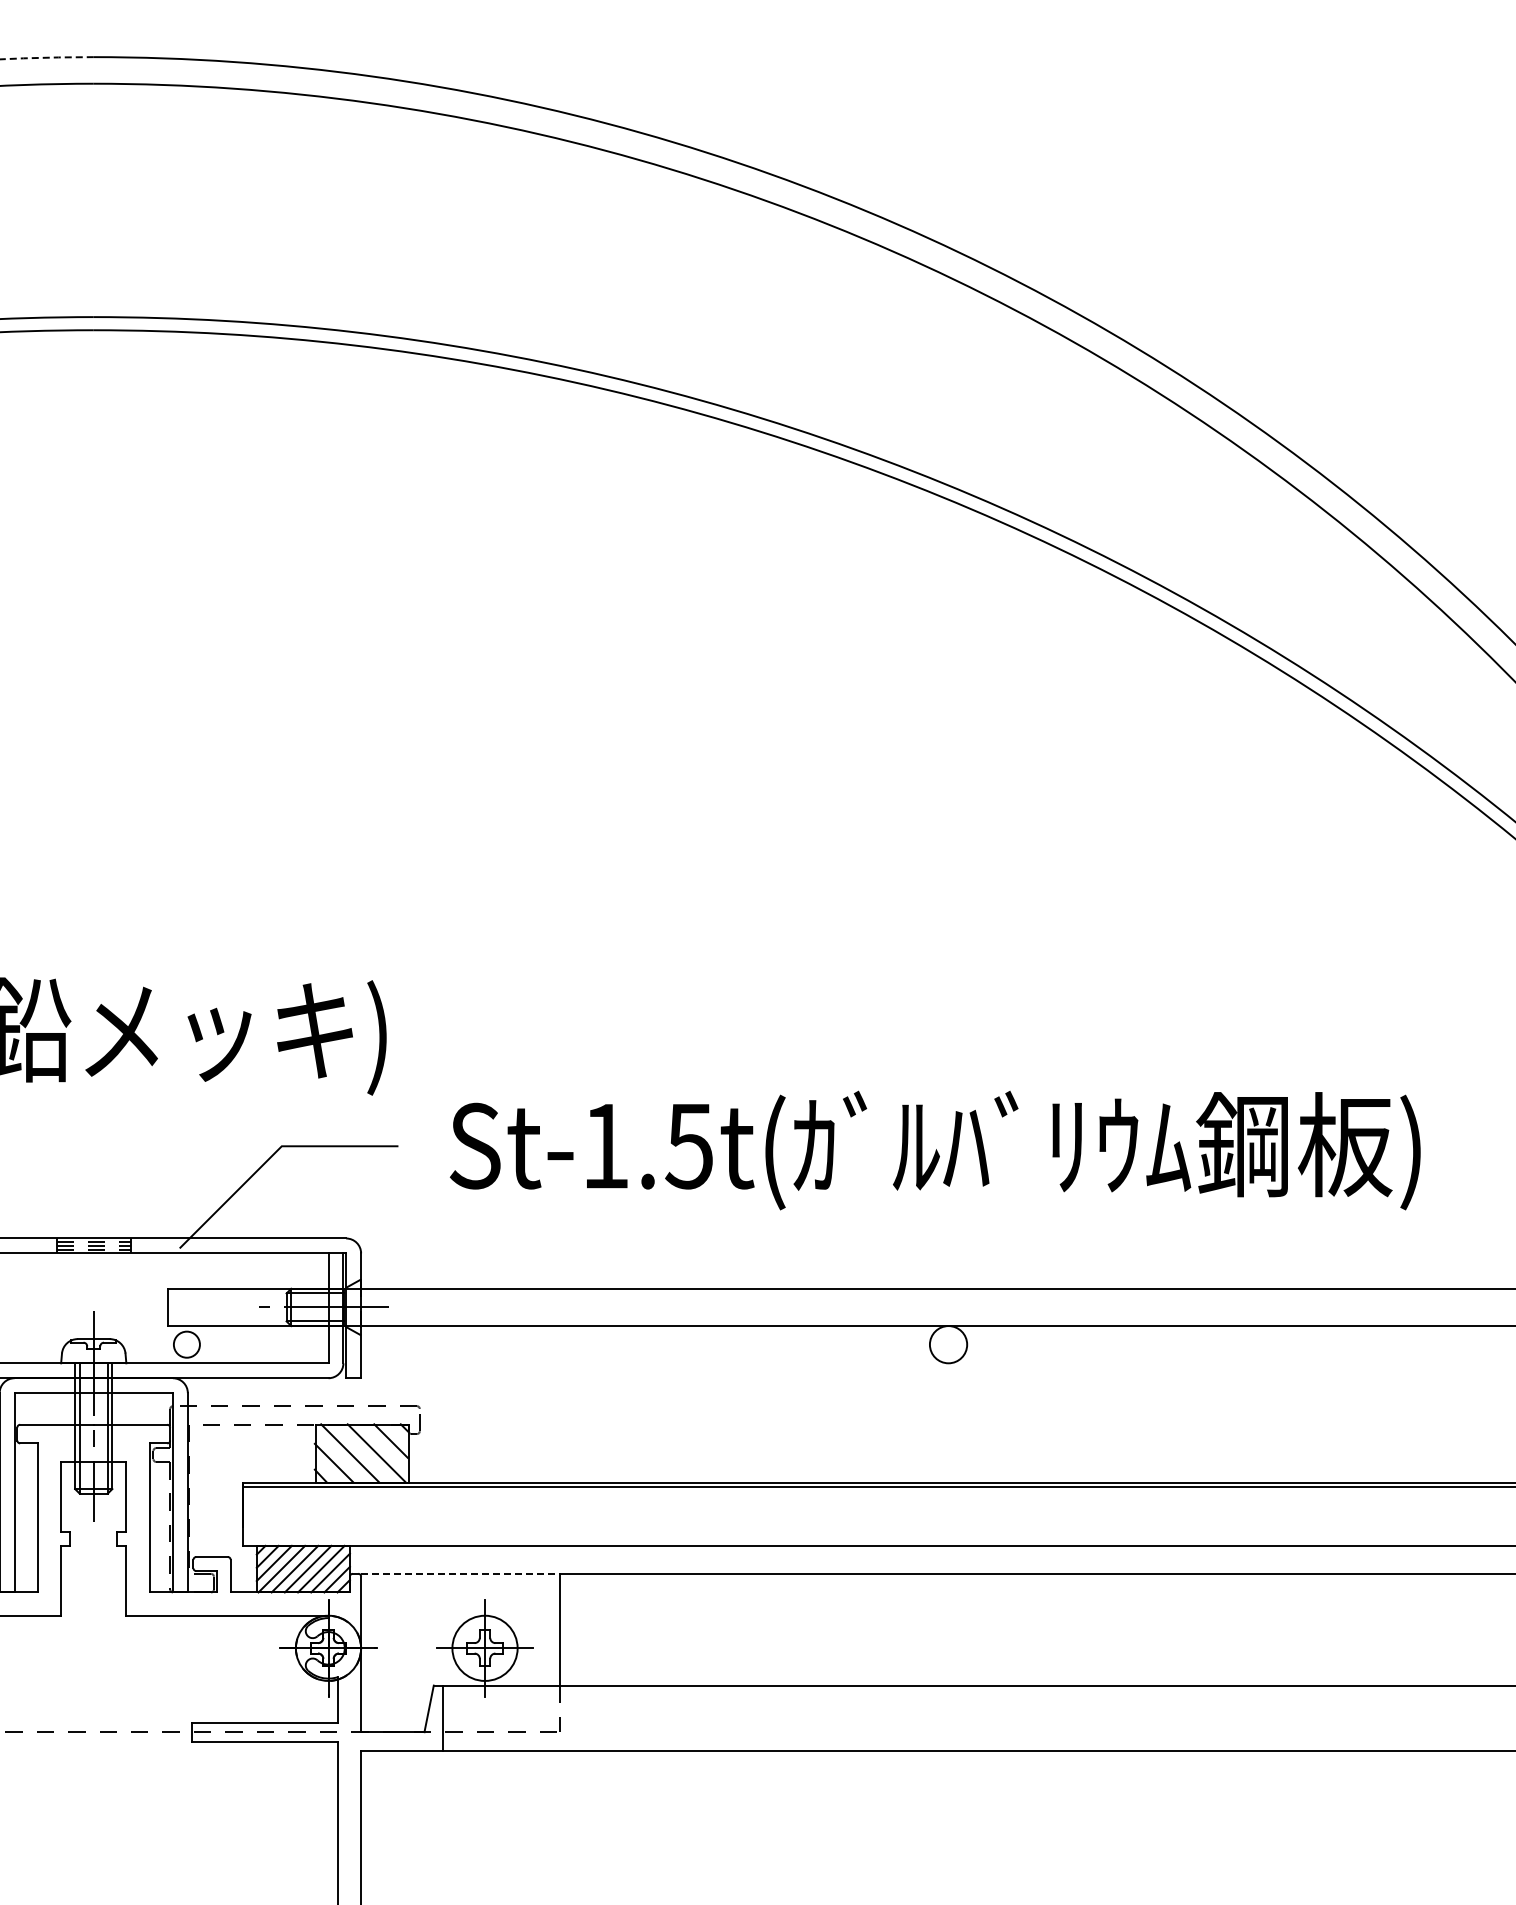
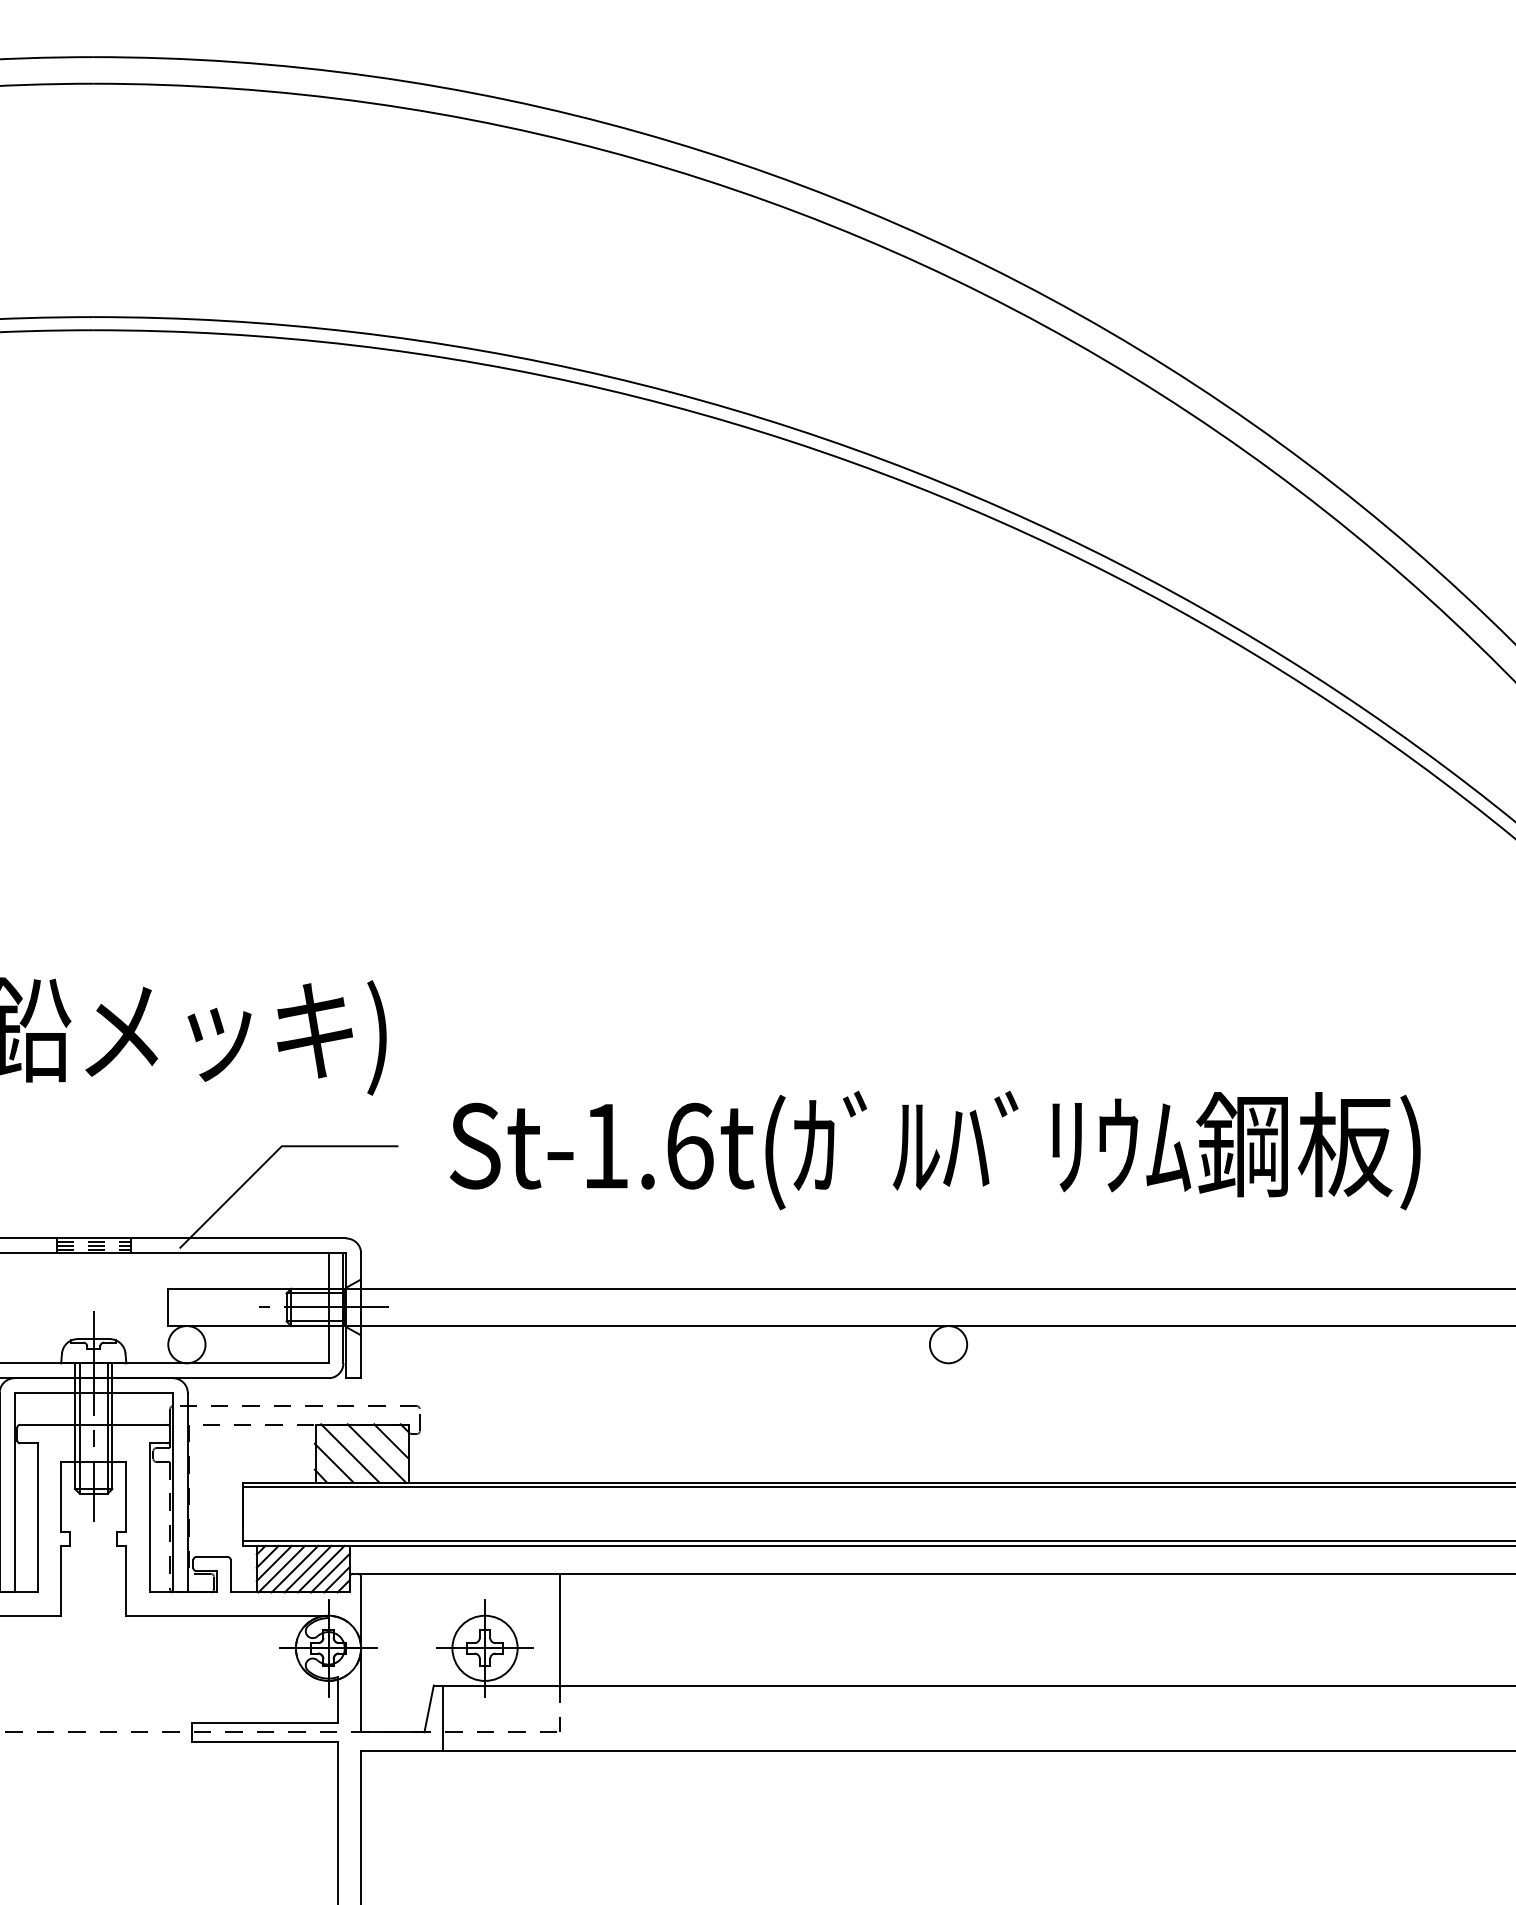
arc at (46, 57): dashed -> solid
text at (689, 1145): St-1.5t( -> St-1.6t(
circle at (186, 1344) diameter: 26 px -> 37 px
line at (877, 1541): none -> present
line at (460, 1573): dashed -> solid
